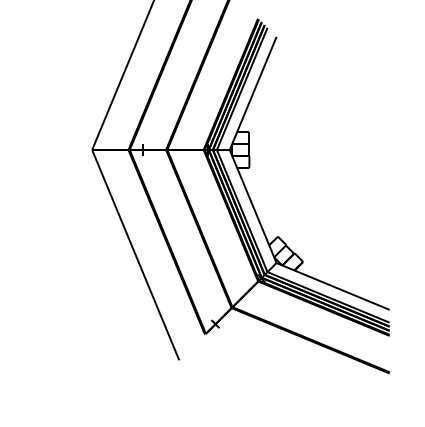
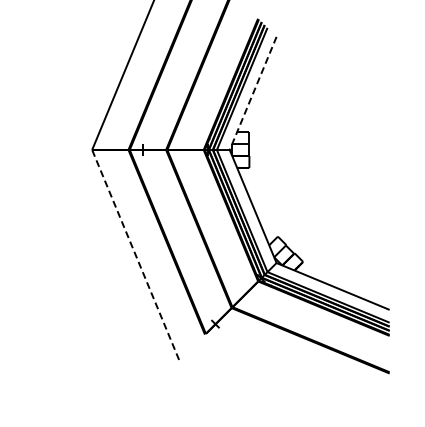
line at (252, 93): solid -> dashed
line at (135, 255): solid -> dashed
